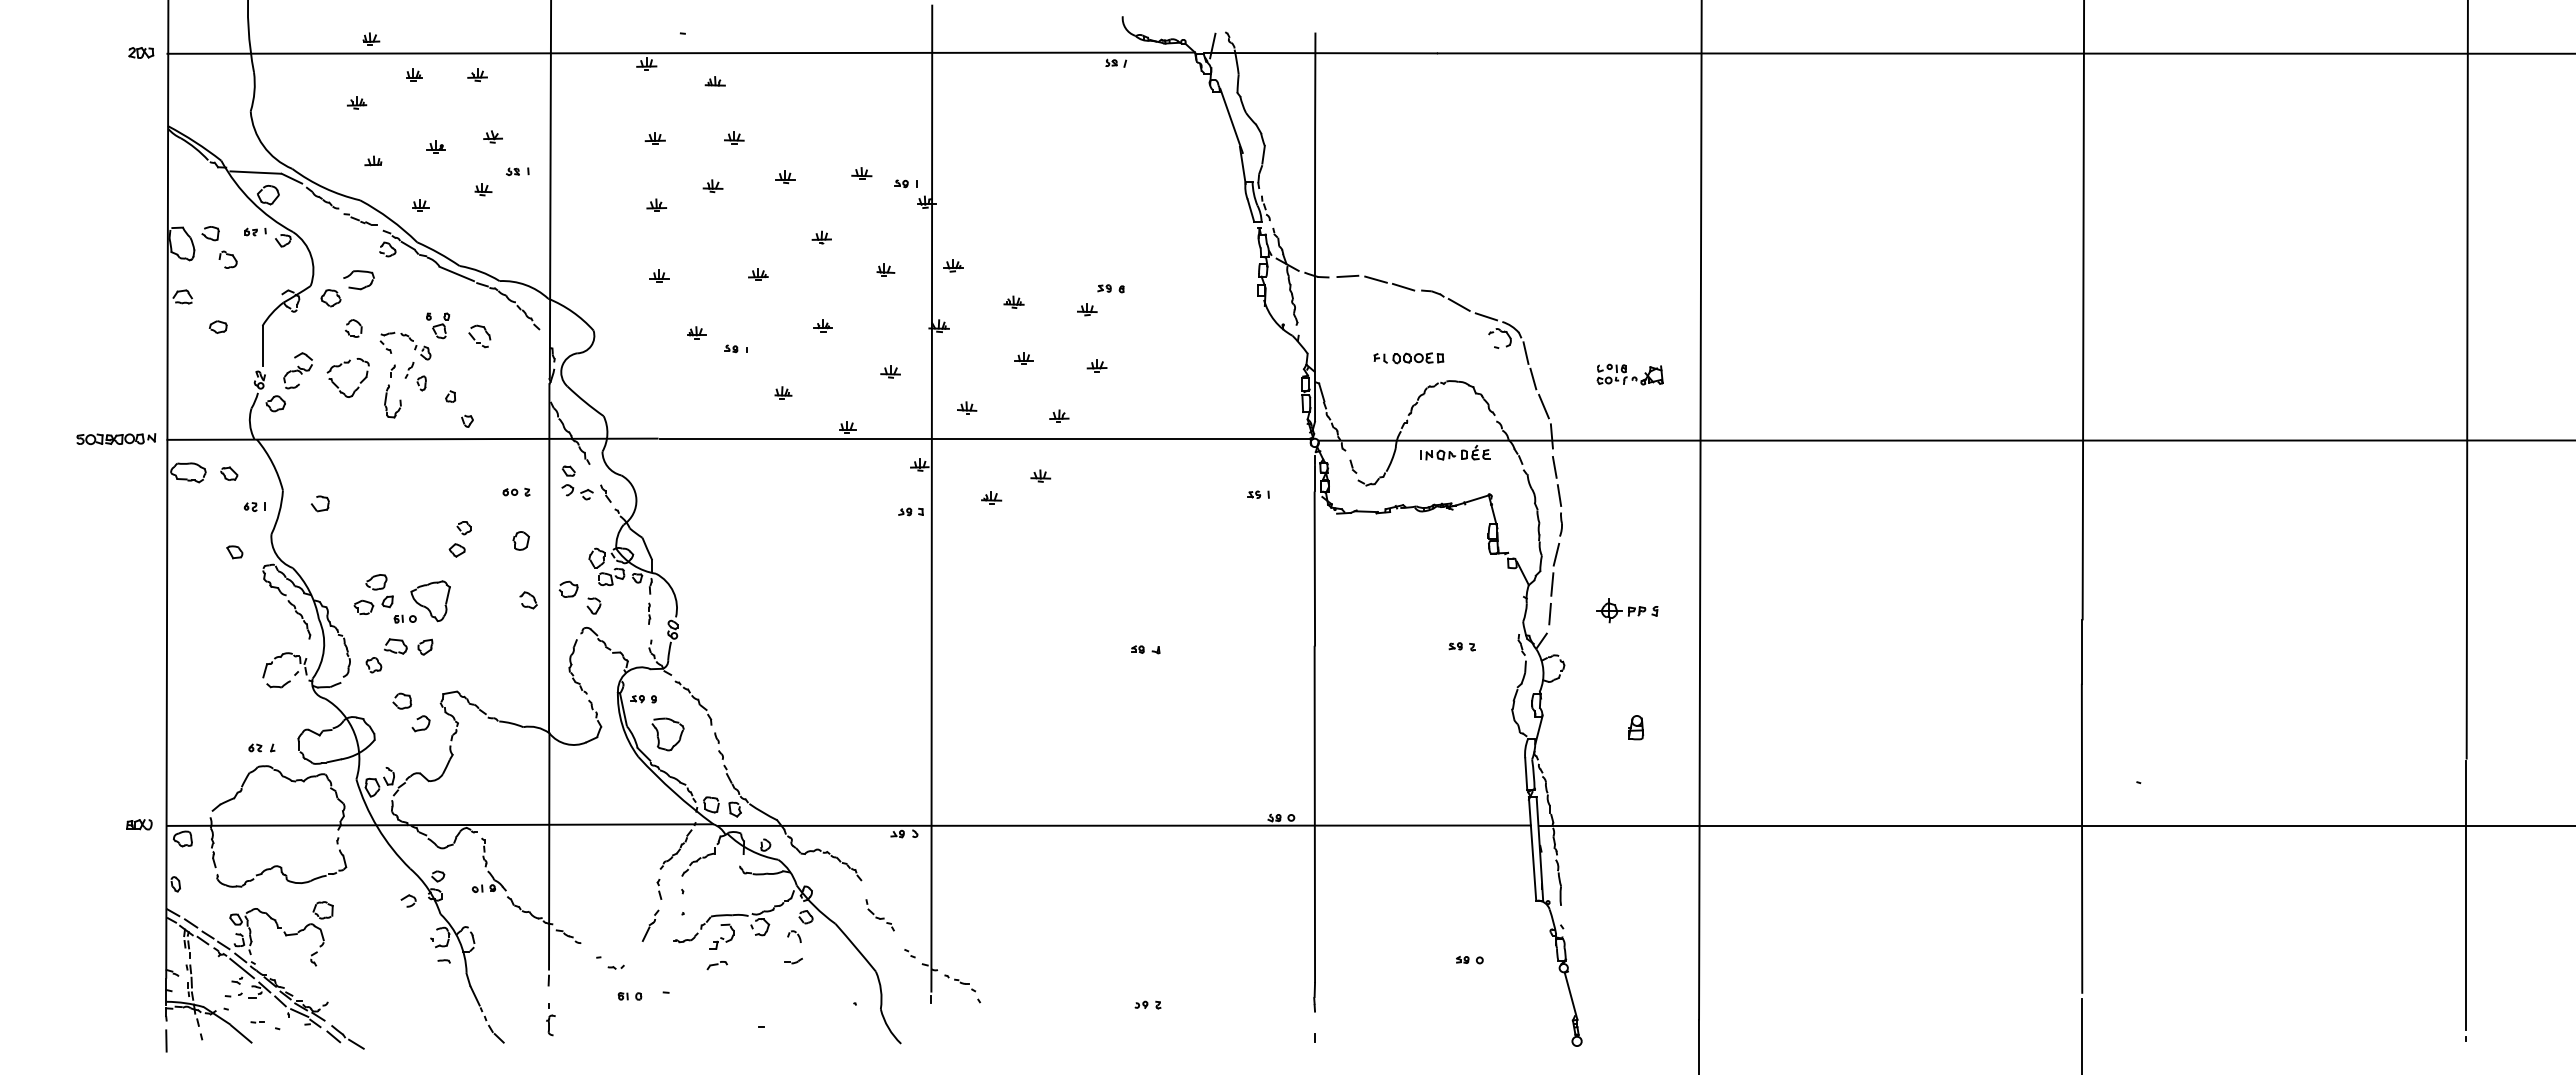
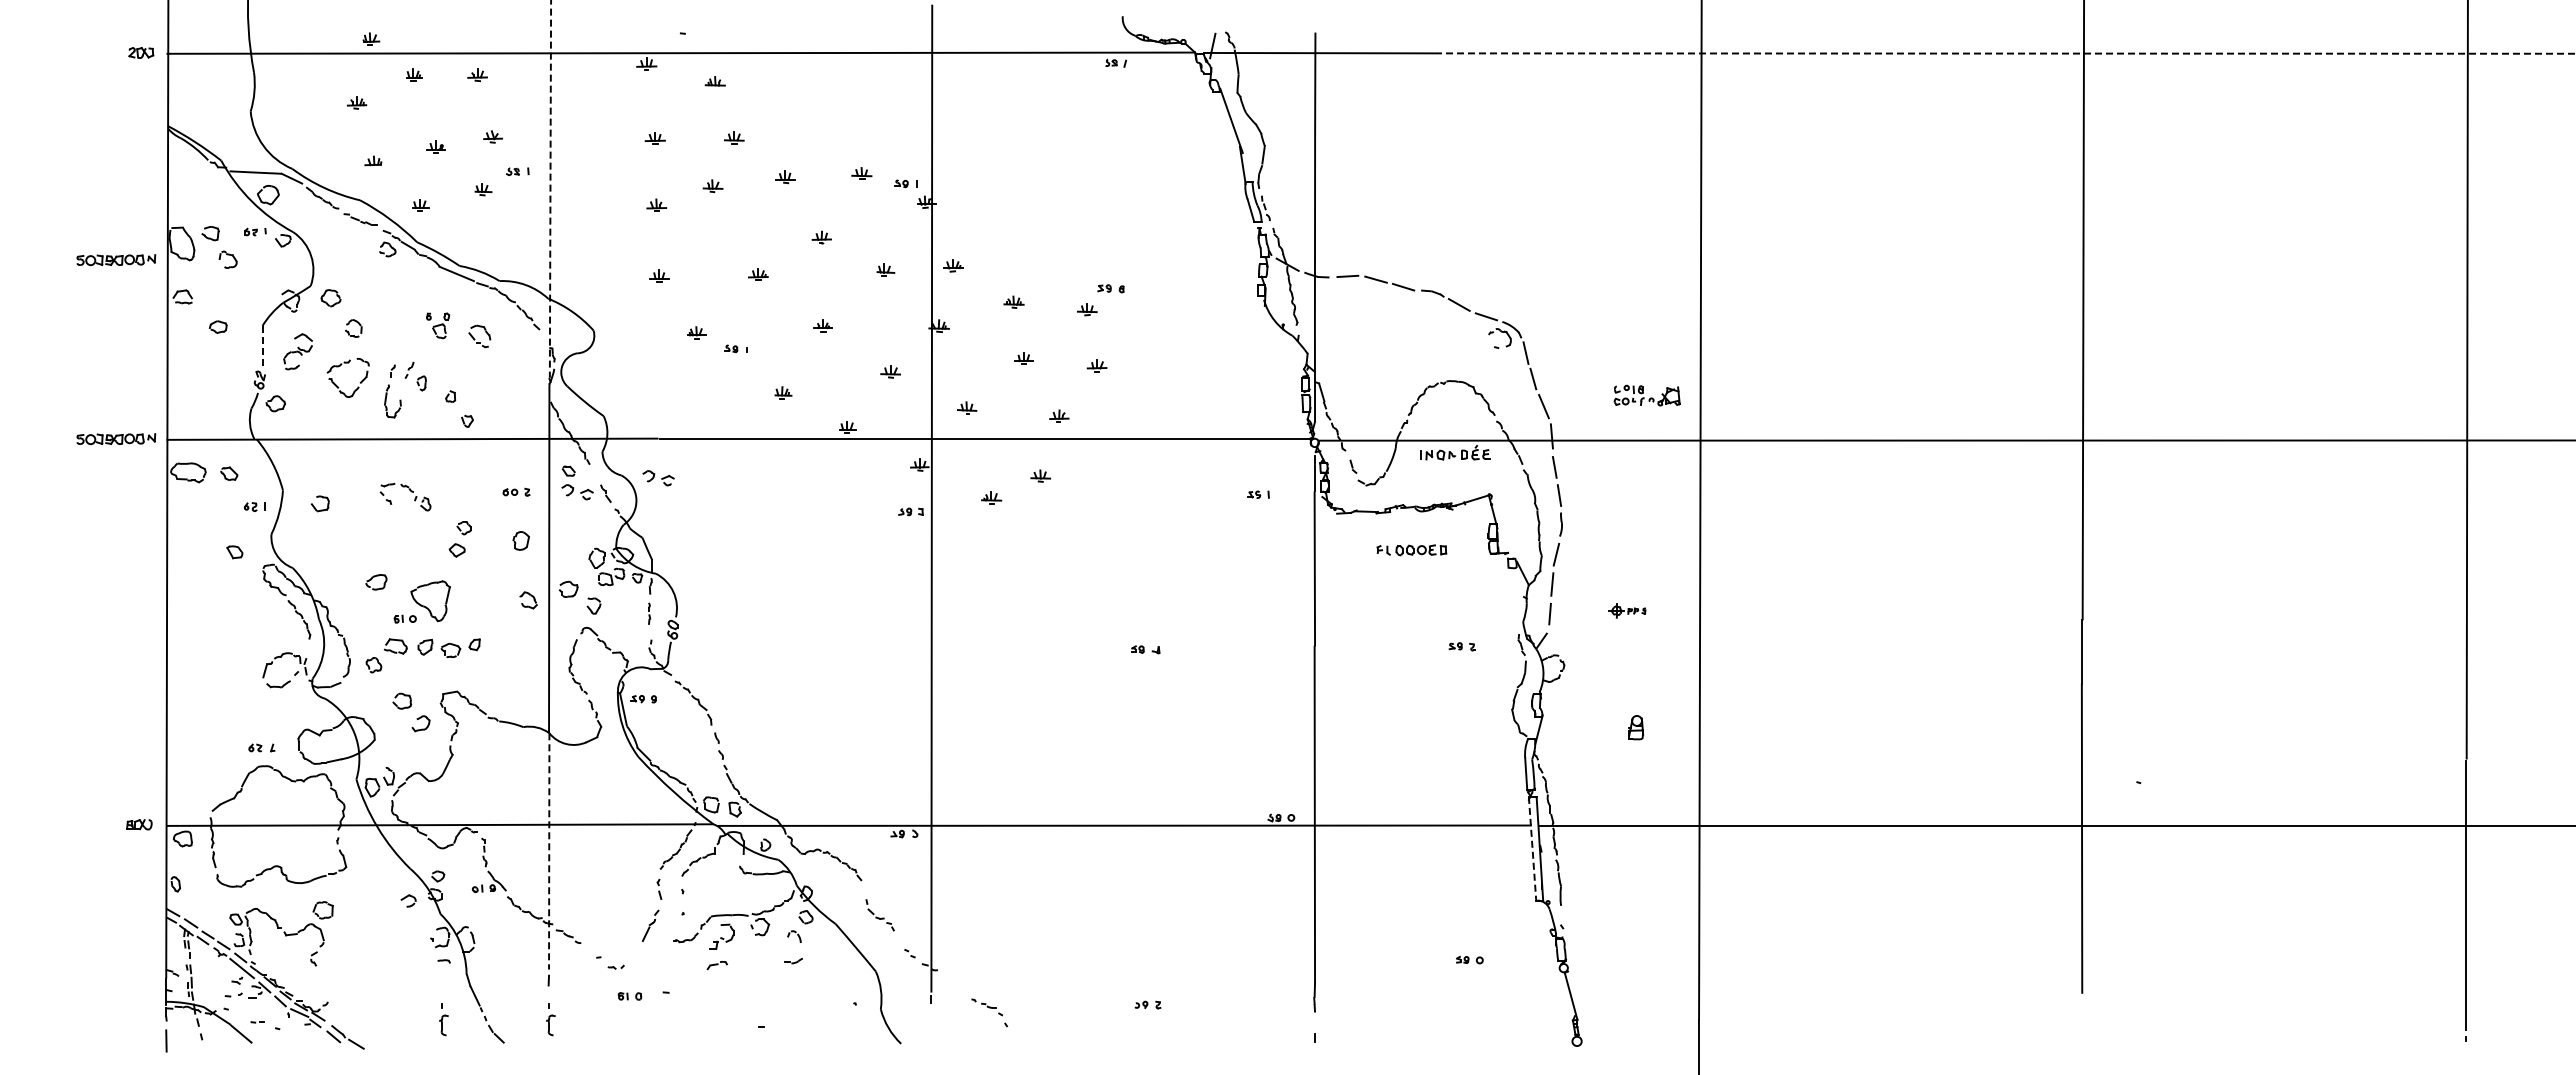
line at (2006, 53): solid -> dashed
line at (550, 188): solid -> dashed
part at (116, 260): none -> present
part at (357, 287): present -> none
part at (410, 340) position: (410, 340) -> (410, 491)
line at (262, 346): solid -> dashed
part at (1408, 358) position: (1408, 358) -> (1411, 550)
part at (297, 370) position: (297, 370) -> (297, 351)
part at (1629, 374) position: (1629, 374) -> (1646, 395)
part at (658, 478): none -> present
part at (373, 604) position: (373, 604) -> (460, 647)
part at (1627, 610) size: 63x26 px -> 39x16 px
part at (659, 738): present -> none
line at (1532, 848): solid -> dashed
line at (549, 851): solid -> dashed
part at (962, 988) position: (962, 988) -> (989, 1012)
part at (443, 1019): none -> present
line at (2082, 1034): present -> none
